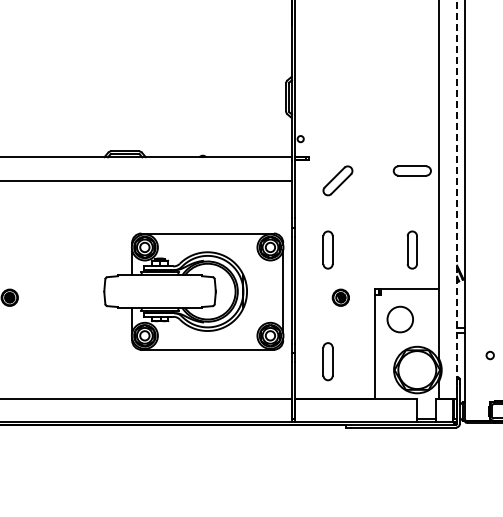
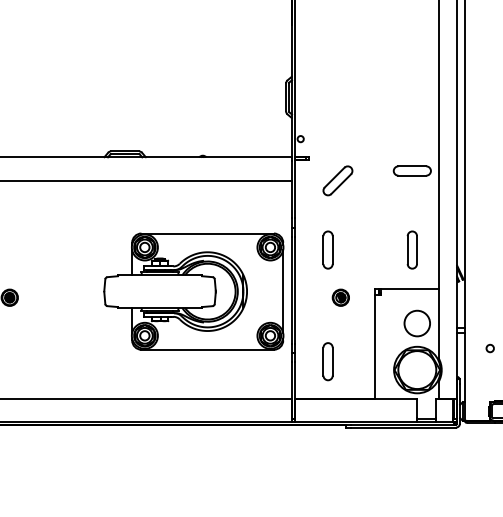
line at (457, 199): dashed -> solid
circle at (399, 319) position: (399, 319) -> (416, 323)
circle at (489, 355) position: (489, 355) -> (489, 348)
